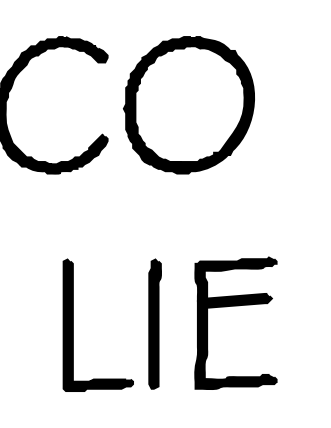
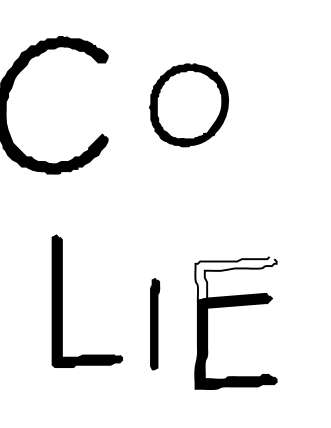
part at (188, 105) size: 132x139 px -> 80x85 px
fill at (235, 278): present -> none
part at (154, 323) size: 14x132 px -> 11x93 px
part at (73, 324) position: (73, 324) -> (62, 300)
